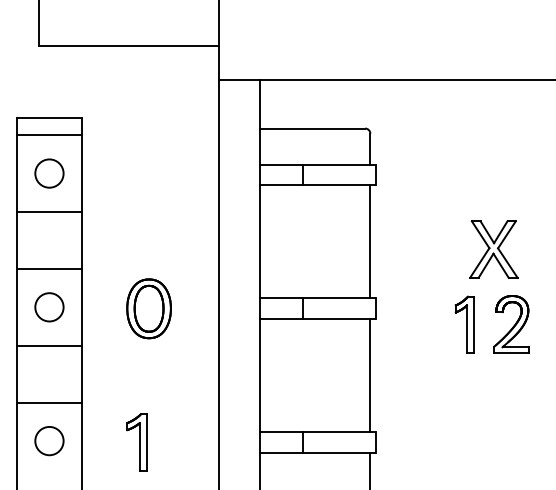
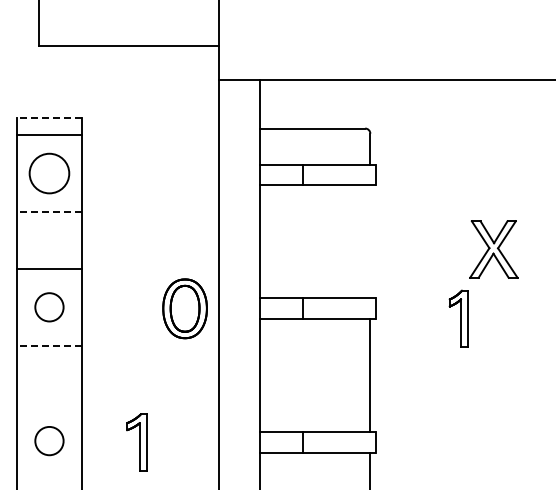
line at (49, 118): solid -> dashed
circle at (49, 173) diameter: 28 px -> 40 px
line at (48, 212): solid -> dashed
line at (369, 241): present -> none
part at (148, 308) position: (148, 308) -> (184, 308)
part at (464, 324) position: (464, 324) -> (458, 318)
part at (511, 324): present -> none
line at (48, 345): solid -> dashed
line at (49, 402): present -> none
